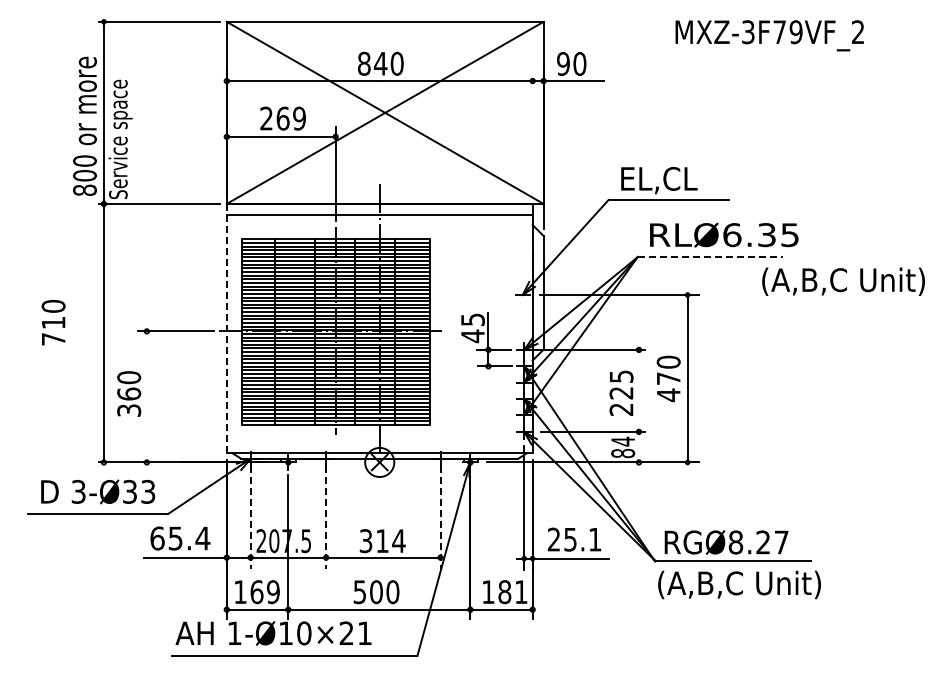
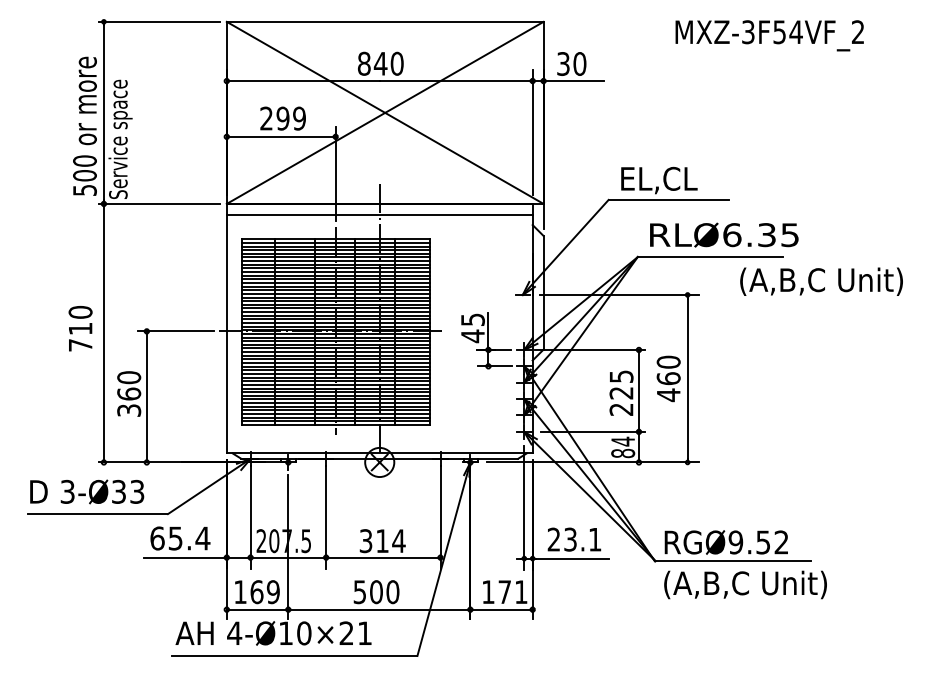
text at (787, 32): MXZ-3F79VF_2 -> MXZ-3F54VF_2
text at (563, 63): 90 -> 30
text at (282, 118): 269 -> 299
line at (532, 132): none -> present
text at (84, 190): 800 -> 500
line at (710, 257): dashed -> solid
text at (843, 281) position: (843, 281) -> (821, 281)
text at (53, 322) position: (53, 322) -> (80, 328)
line at (226, 328): dashed -> solid
text at (668, 378): 470 -> 460
line at (146, 396): none -> present
line at (638, 405): none -> present
text at (98, 491) position: (98, 491) -> (87, 491)
line at (250, 517): dashed -> solid
line at (326, 517): dashed -> solid
line at (440, 517): dashed -> solid
text at (570, 538): 25.1 -> 23.1
text at (758, 542): RGØ8.27 -> RGØ9.52
text at (739, 584) position: (739, 584) -> (745, 584)
text at (504, 592): 181 -> 171
text at (234, 632): 1-Ø10×21 -> 4-Ø10×21
